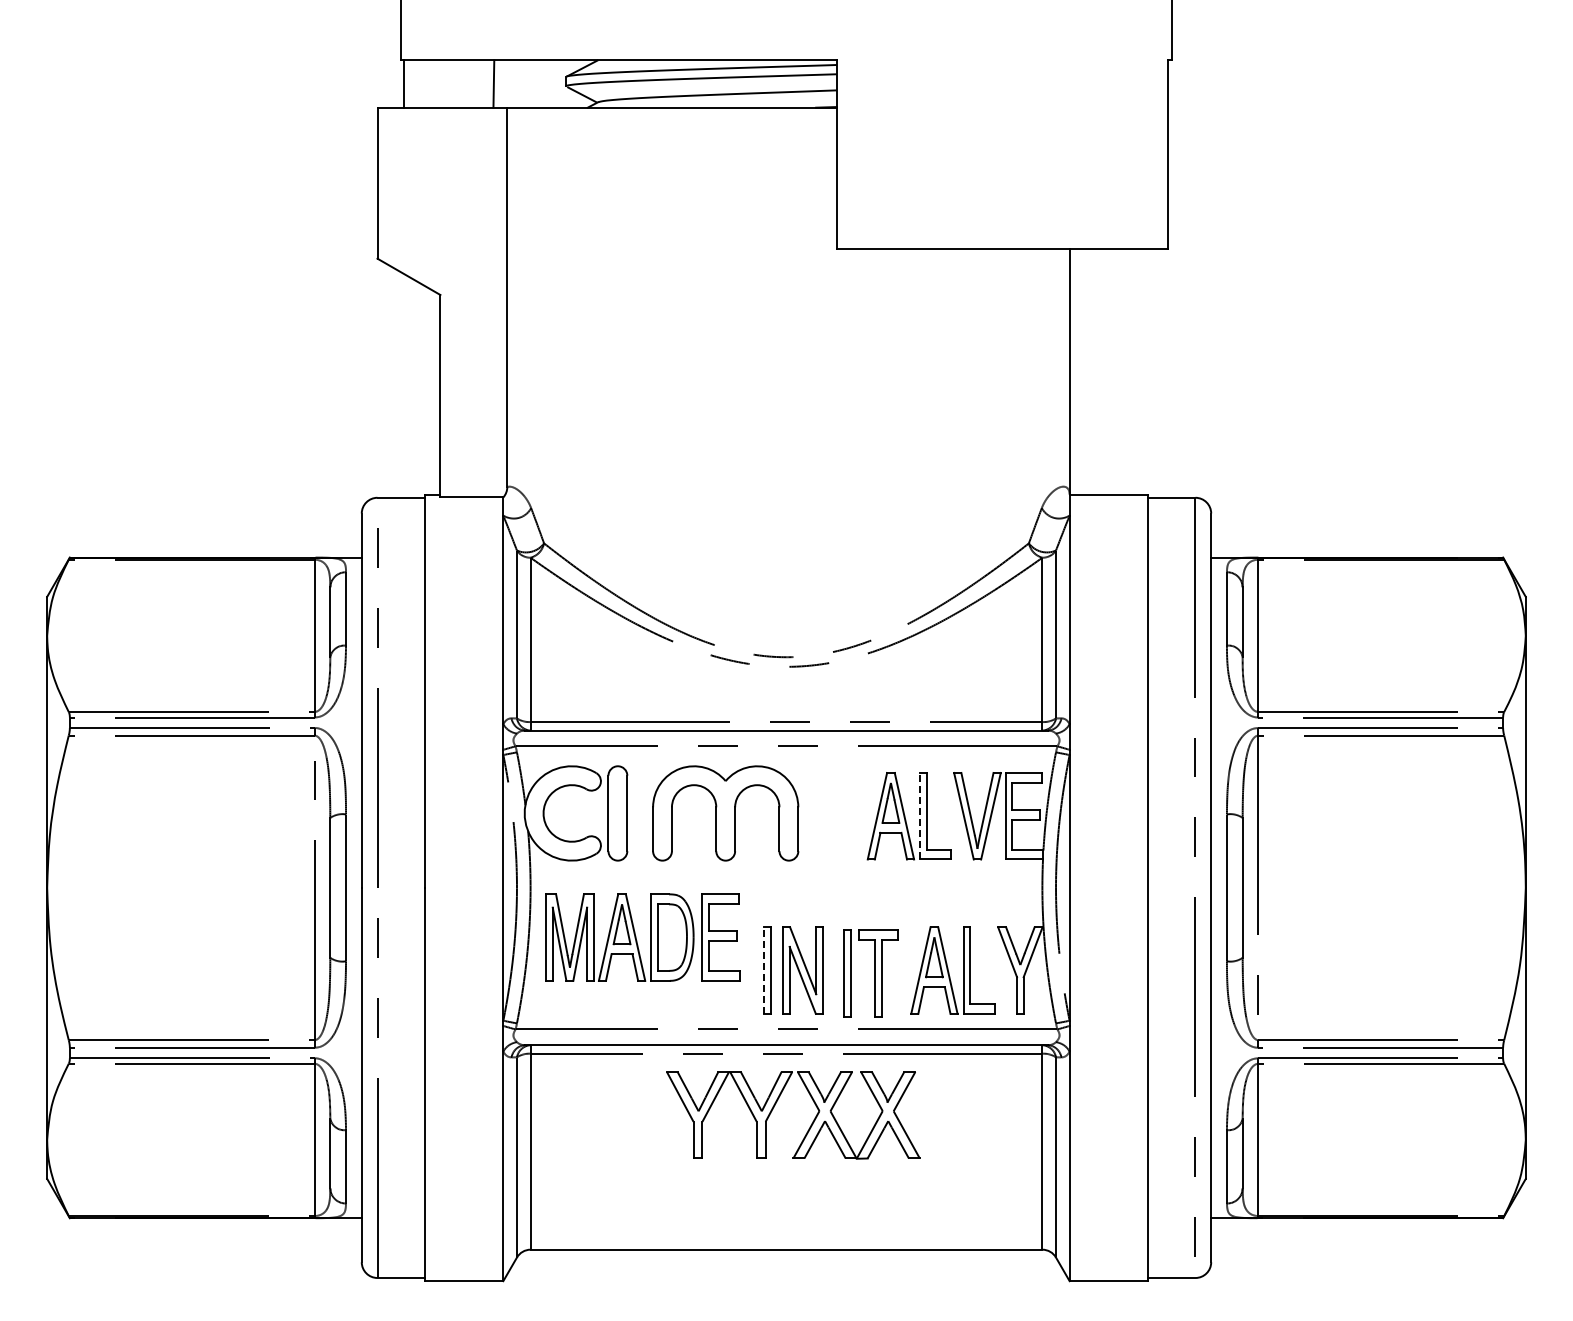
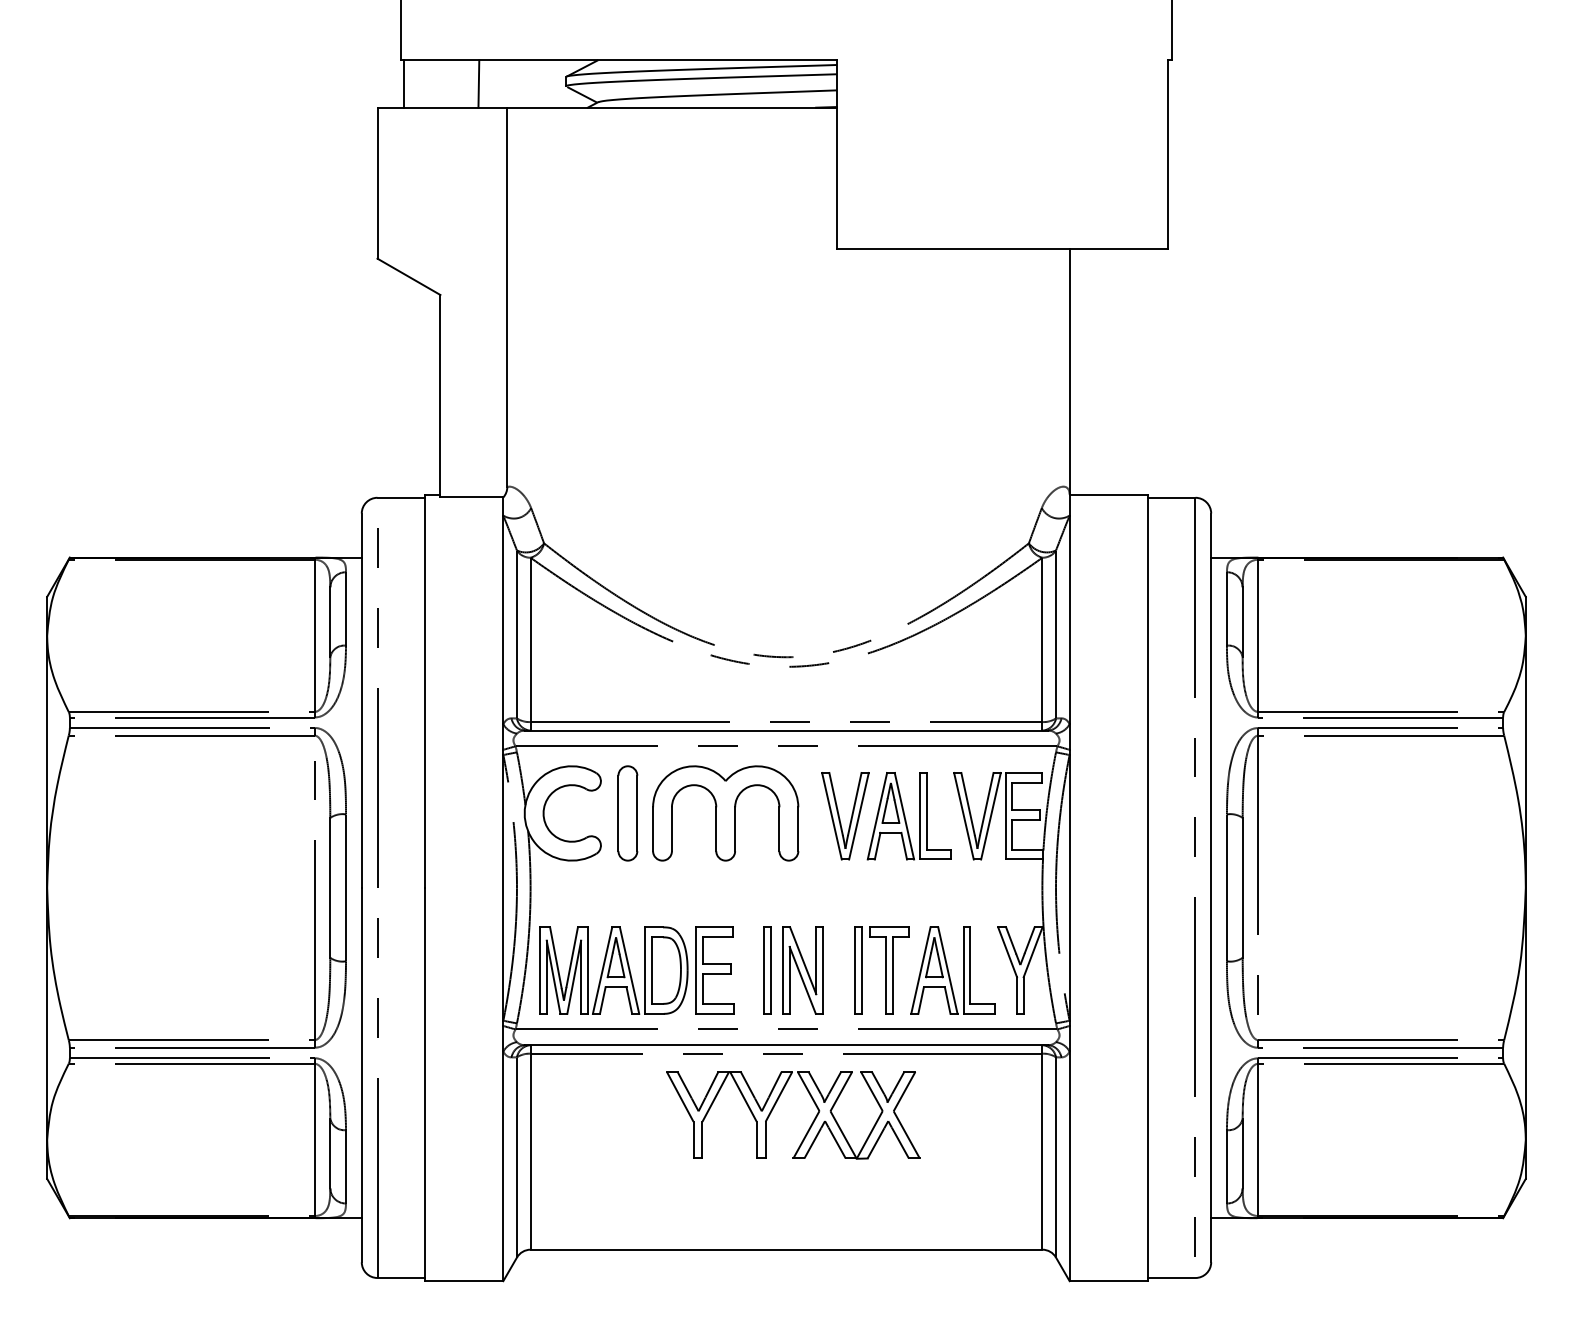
line at (493, 83) position: (493, 83) -> (478, 83)
part at (617, 813) position: (617, 813) -> (627, 813)
line at (920, 815): dashed -> solid
part at (845, 816): none -> present
part at (642, 937) position: (642, 937) -> (636, 970)
line at (764, 970): dashed -> solid
part at (870, 973) position: (870, 973) -> (881, 970)
